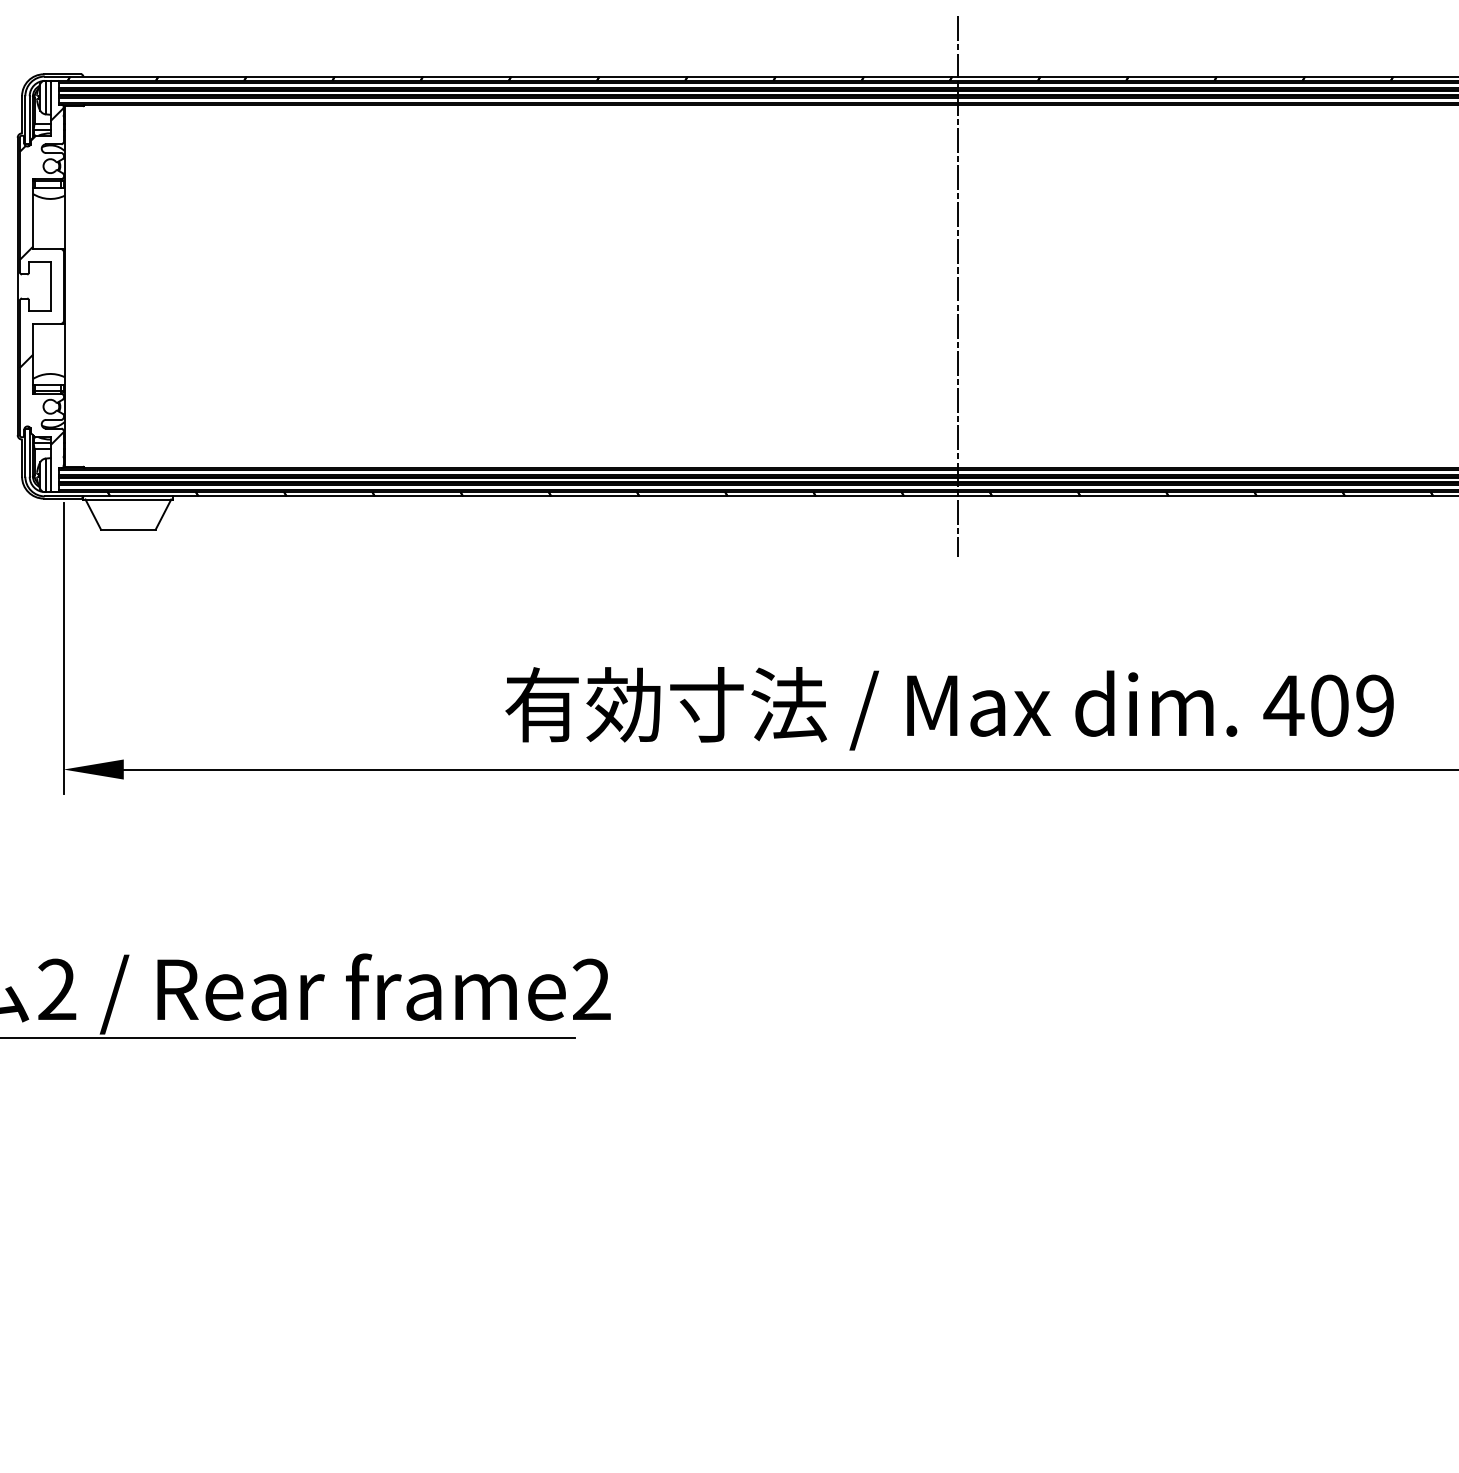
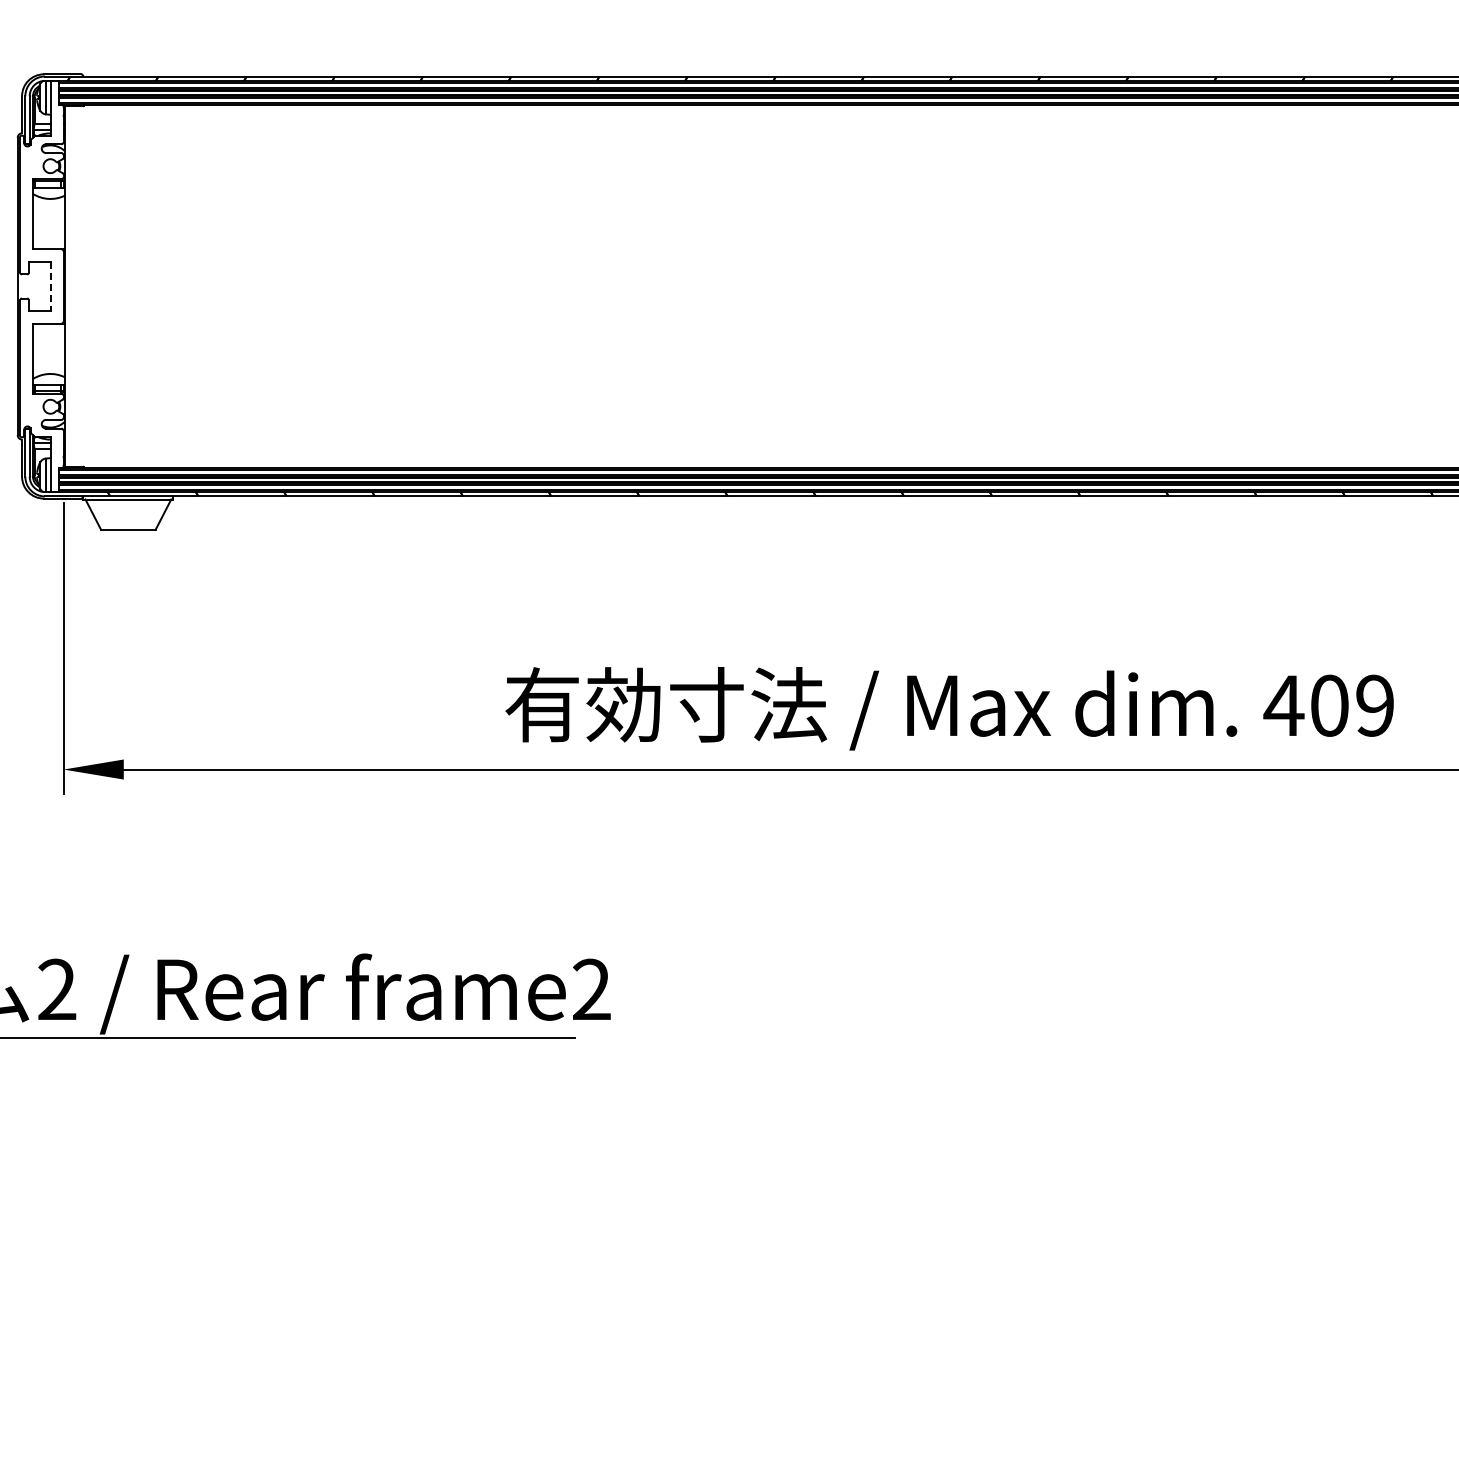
hatch at (41, 276): present -> none
line at (50, 286): solid -> dashed
line at (958, 286): present -> none
